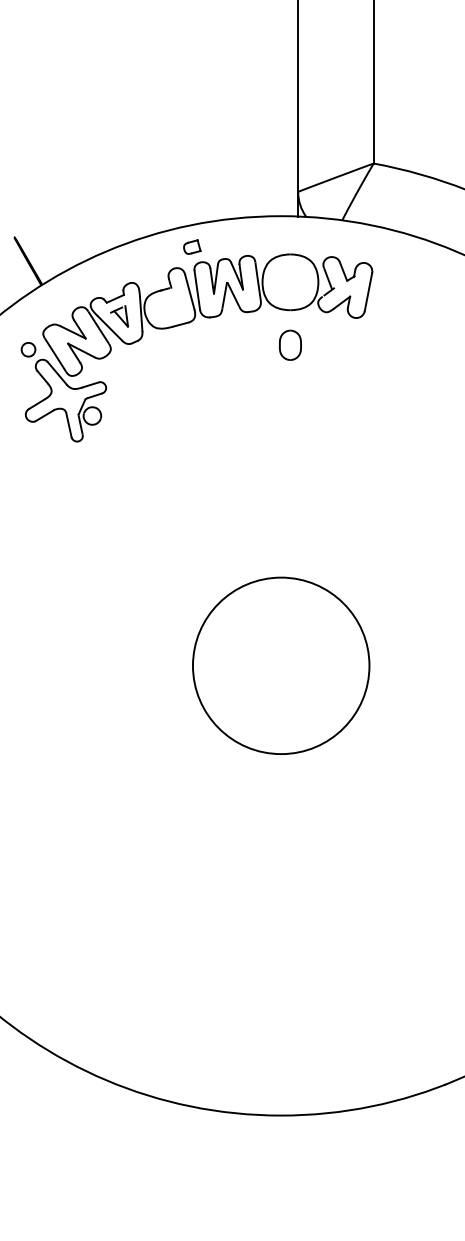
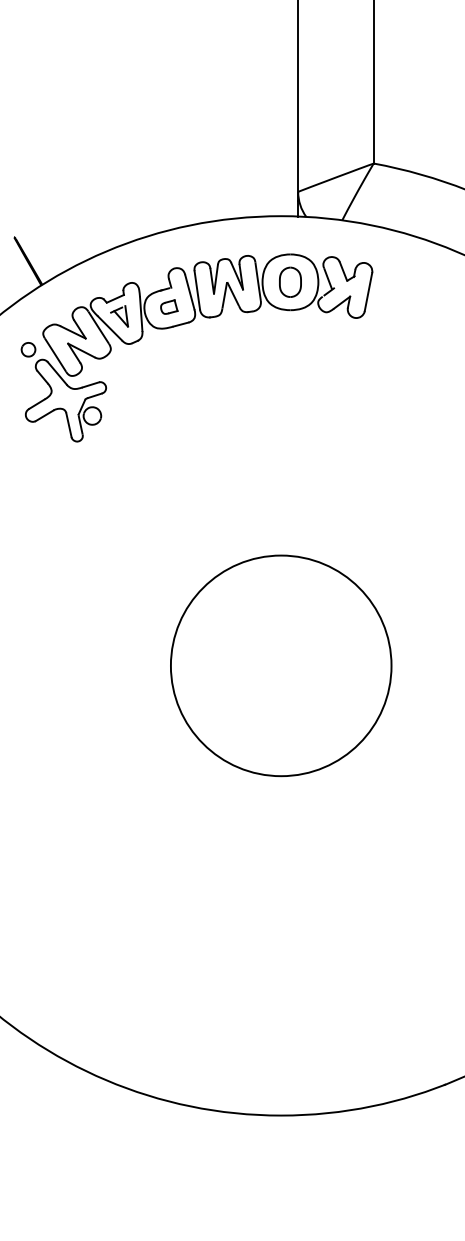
part at (192, 246) position: (192, 246) -> (169, 306)
part at (290, 344) position: (290, 344) -> (290, 281)
circle at (280, 665) diameter: 176 px -> 221 px
